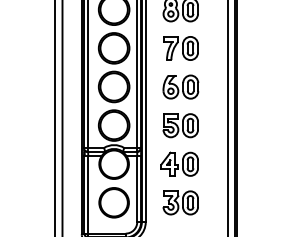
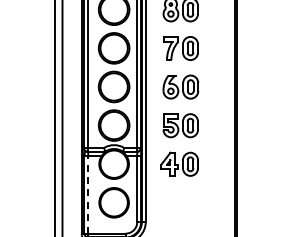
line at (227, 117): present -> none
line at (88, 194): solid -> dashed
part at (180, 202): present -> none
